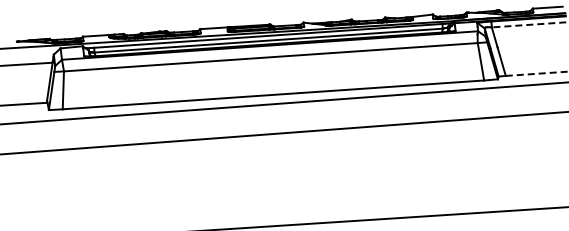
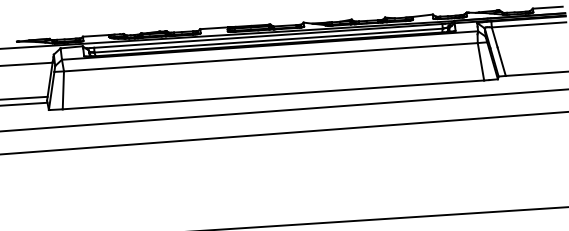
line at (528, 24): dashed -> solid
line at (537, 73): dashed -> solid
line at (24, 97): none -> present
line at (283, 103) position: (283, 103) -> (283, 110)
